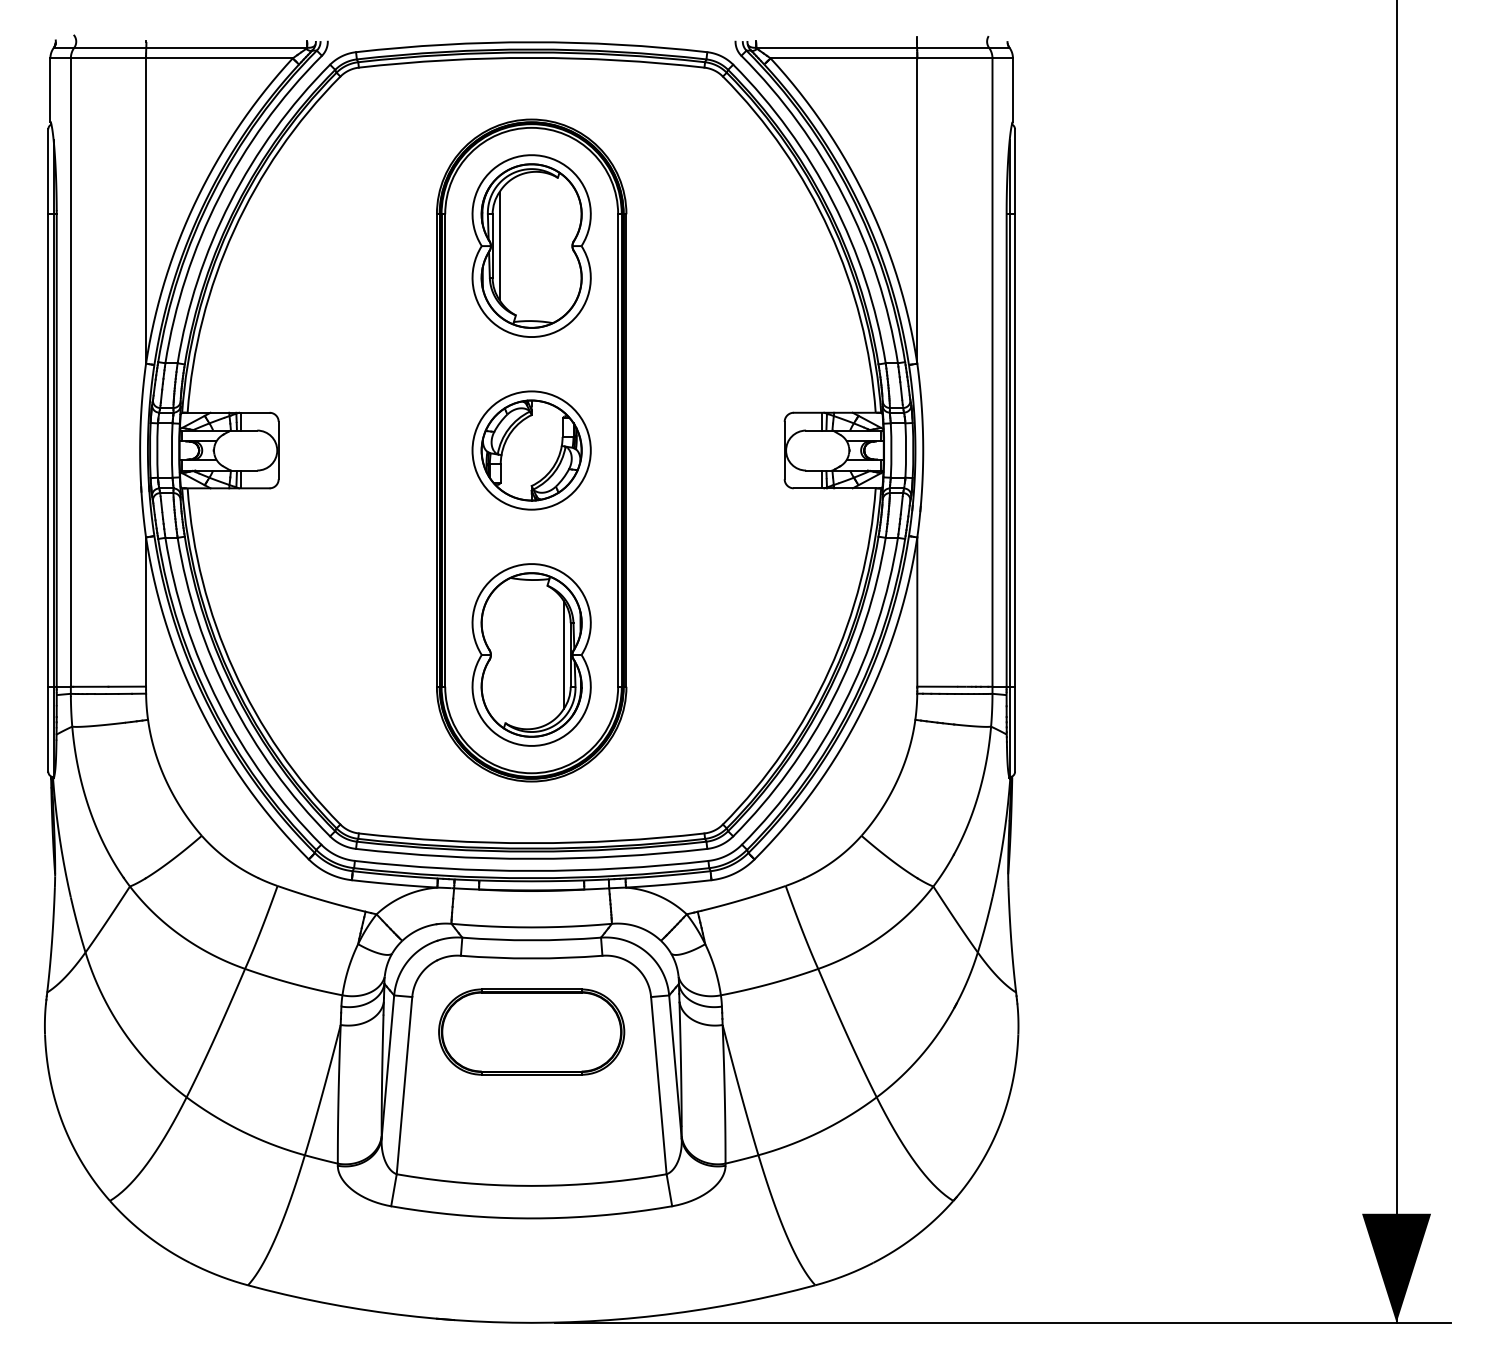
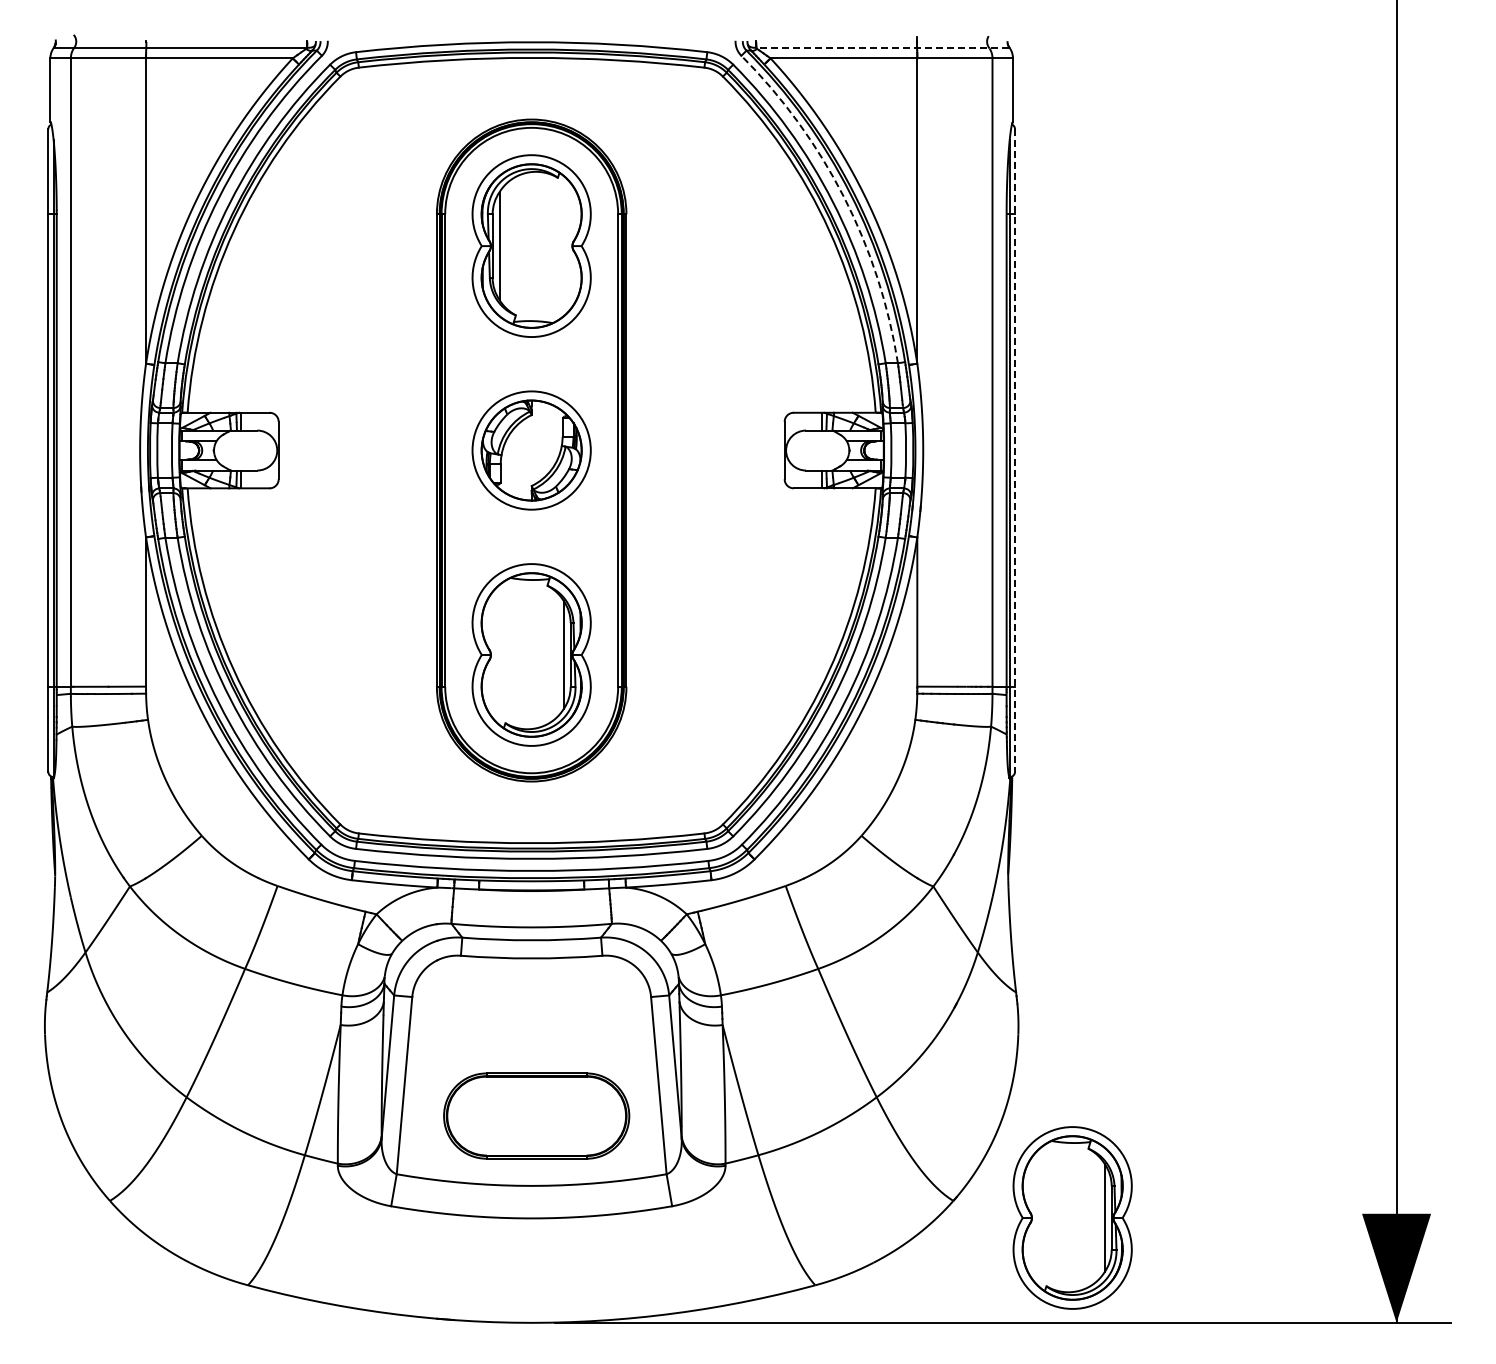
line at (882, 47): solid -> dashed
arc at (844, 197): solid -> dashed
line at (1015, 451): solid -> dashed
part at (531, 1031) position: (531, 1031) -> (536, 1115)
part at (1072, 1217): none -> present
